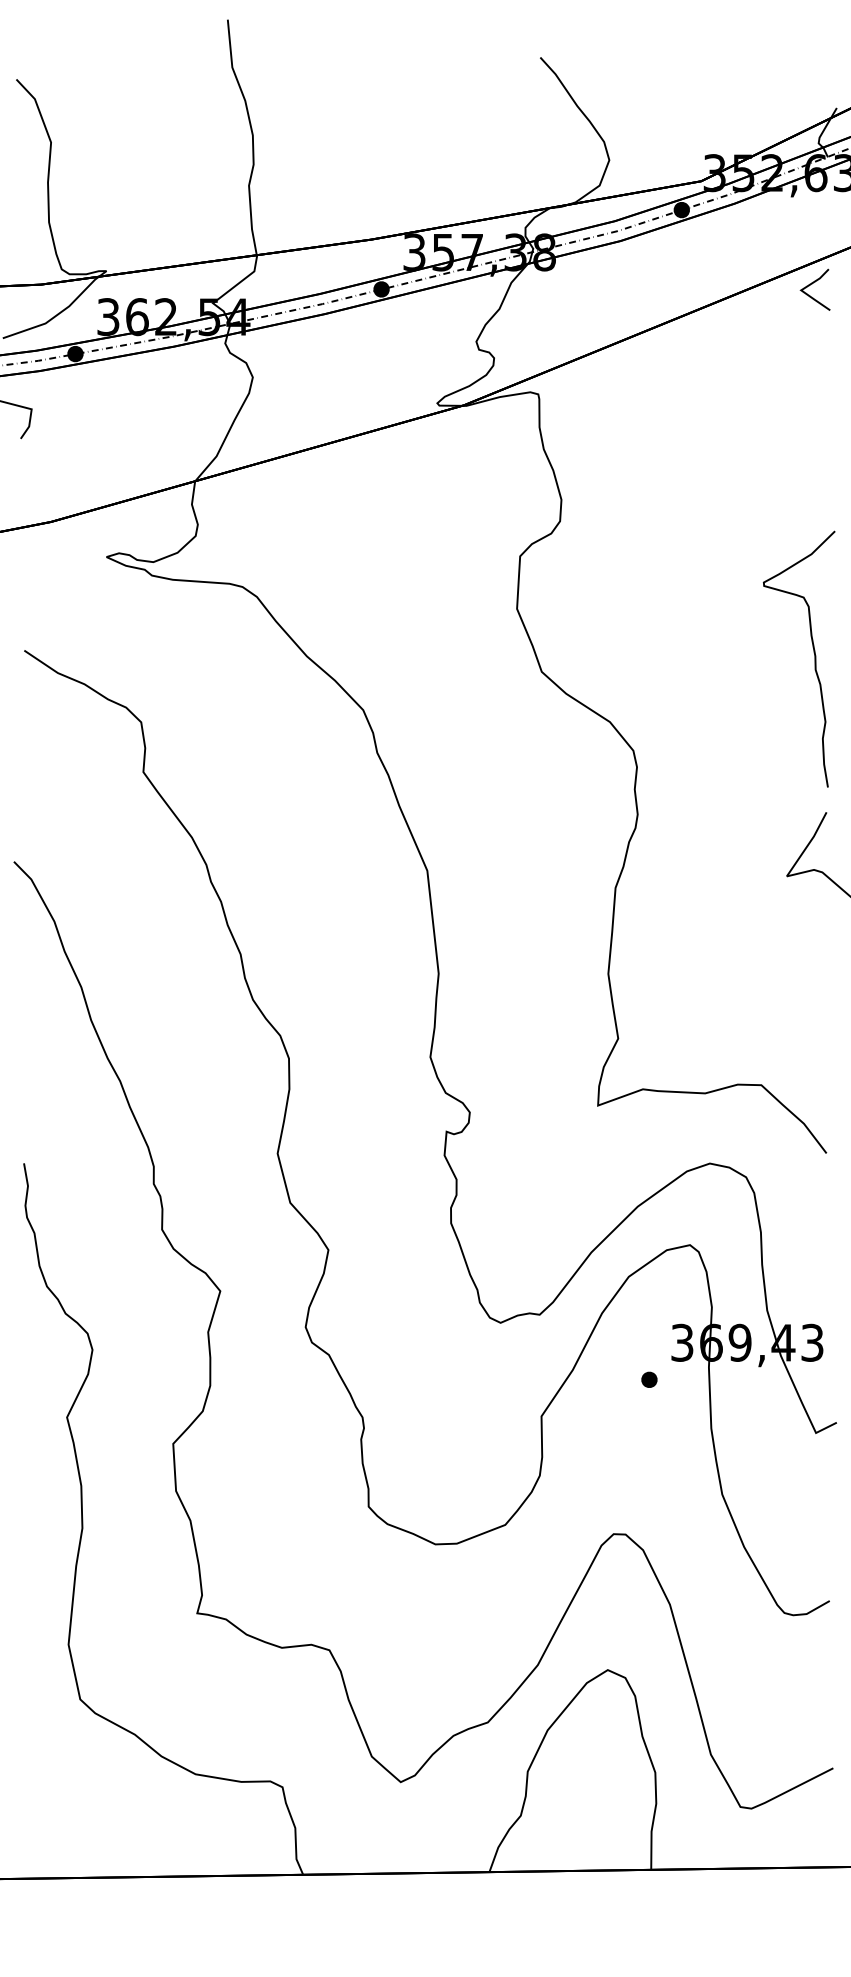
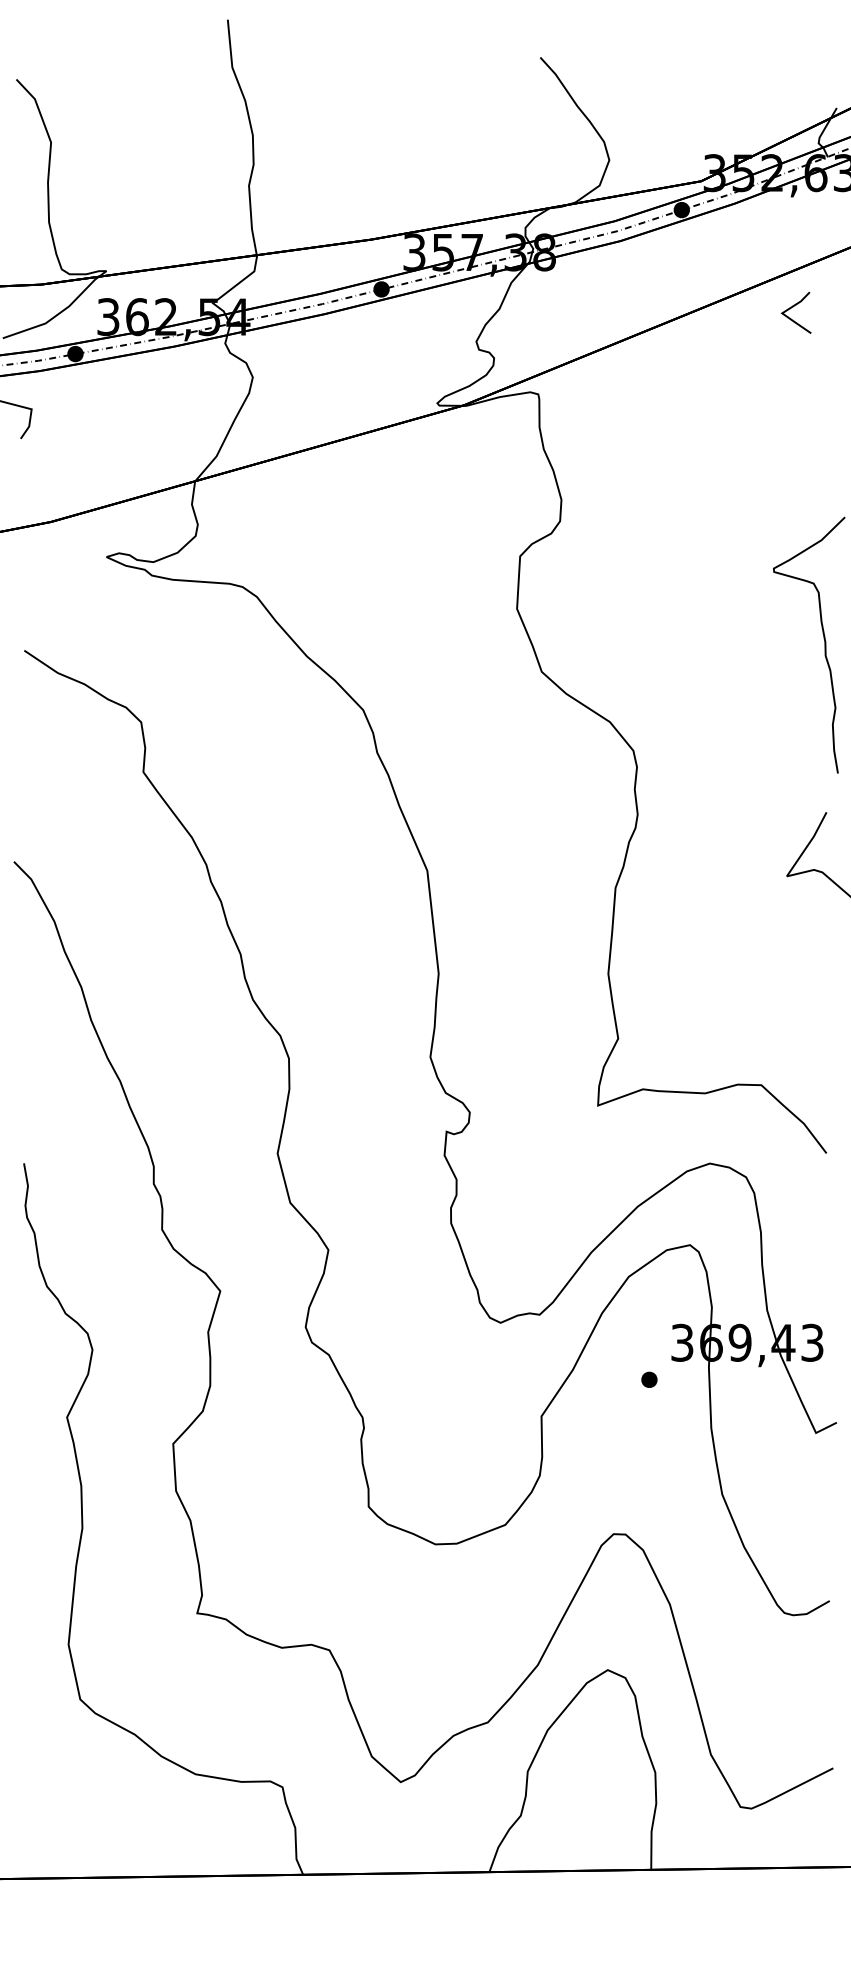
line at (812, 284) position: (812, 284) -> (793, 307)
curve at (814, 658) position: (814, 658) -> (824, 644)
